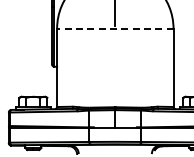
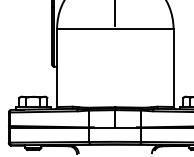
line at (114, 28): dashed -> solid
